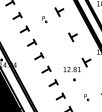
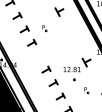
part at (44, 19) position: (44, 19) -> (44, 28)
part at (72, 37): present -> none
part at (39, 56): present -> none
part at (86, 97) position: (86, 97) -> (86, 90)
